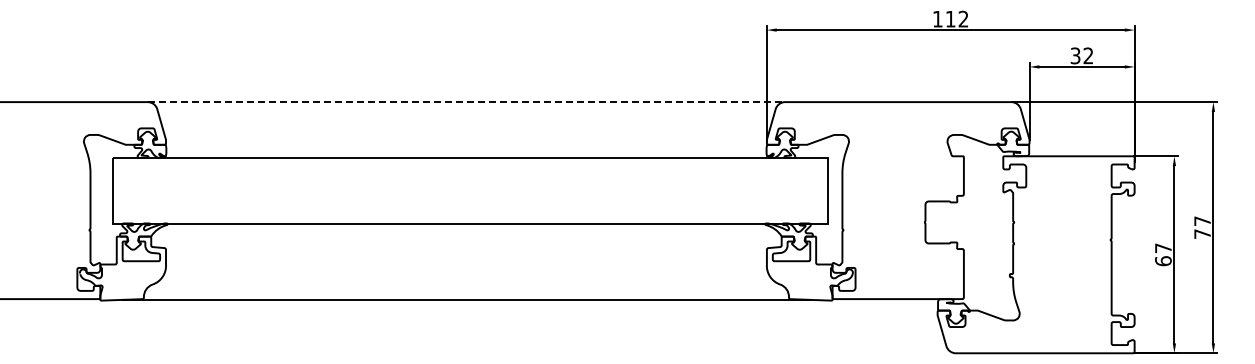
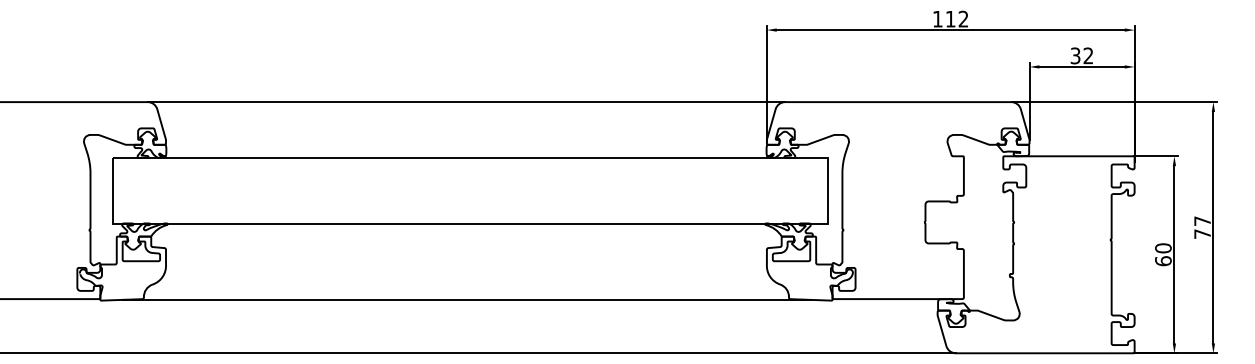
line at (466, 102): dashed -> solid
text at (1163, 248): 67 -> 60
line at (478, 353): none -> present
